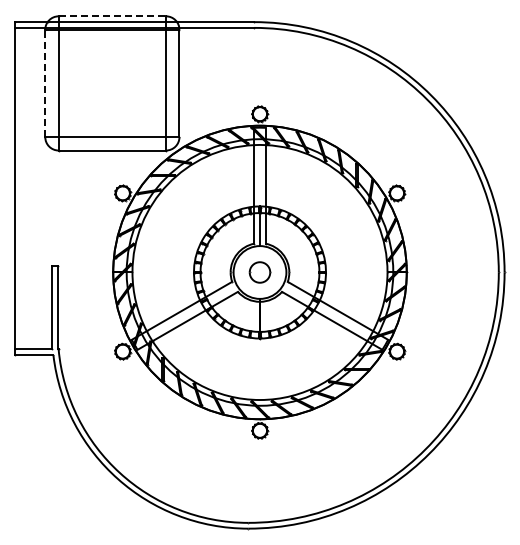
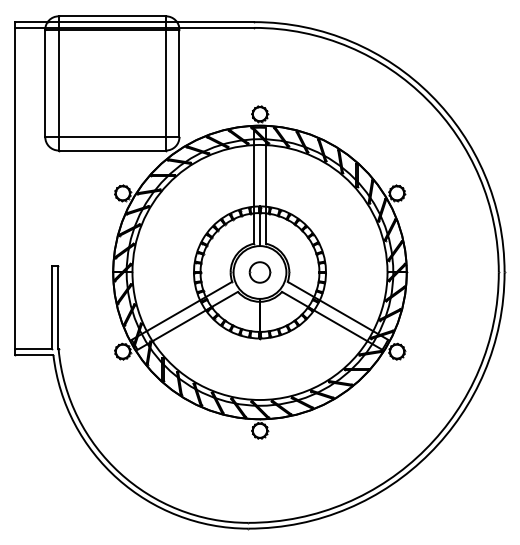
line at (112, 16): dashed -> solid
line at (45, 83): dashed -> solid
